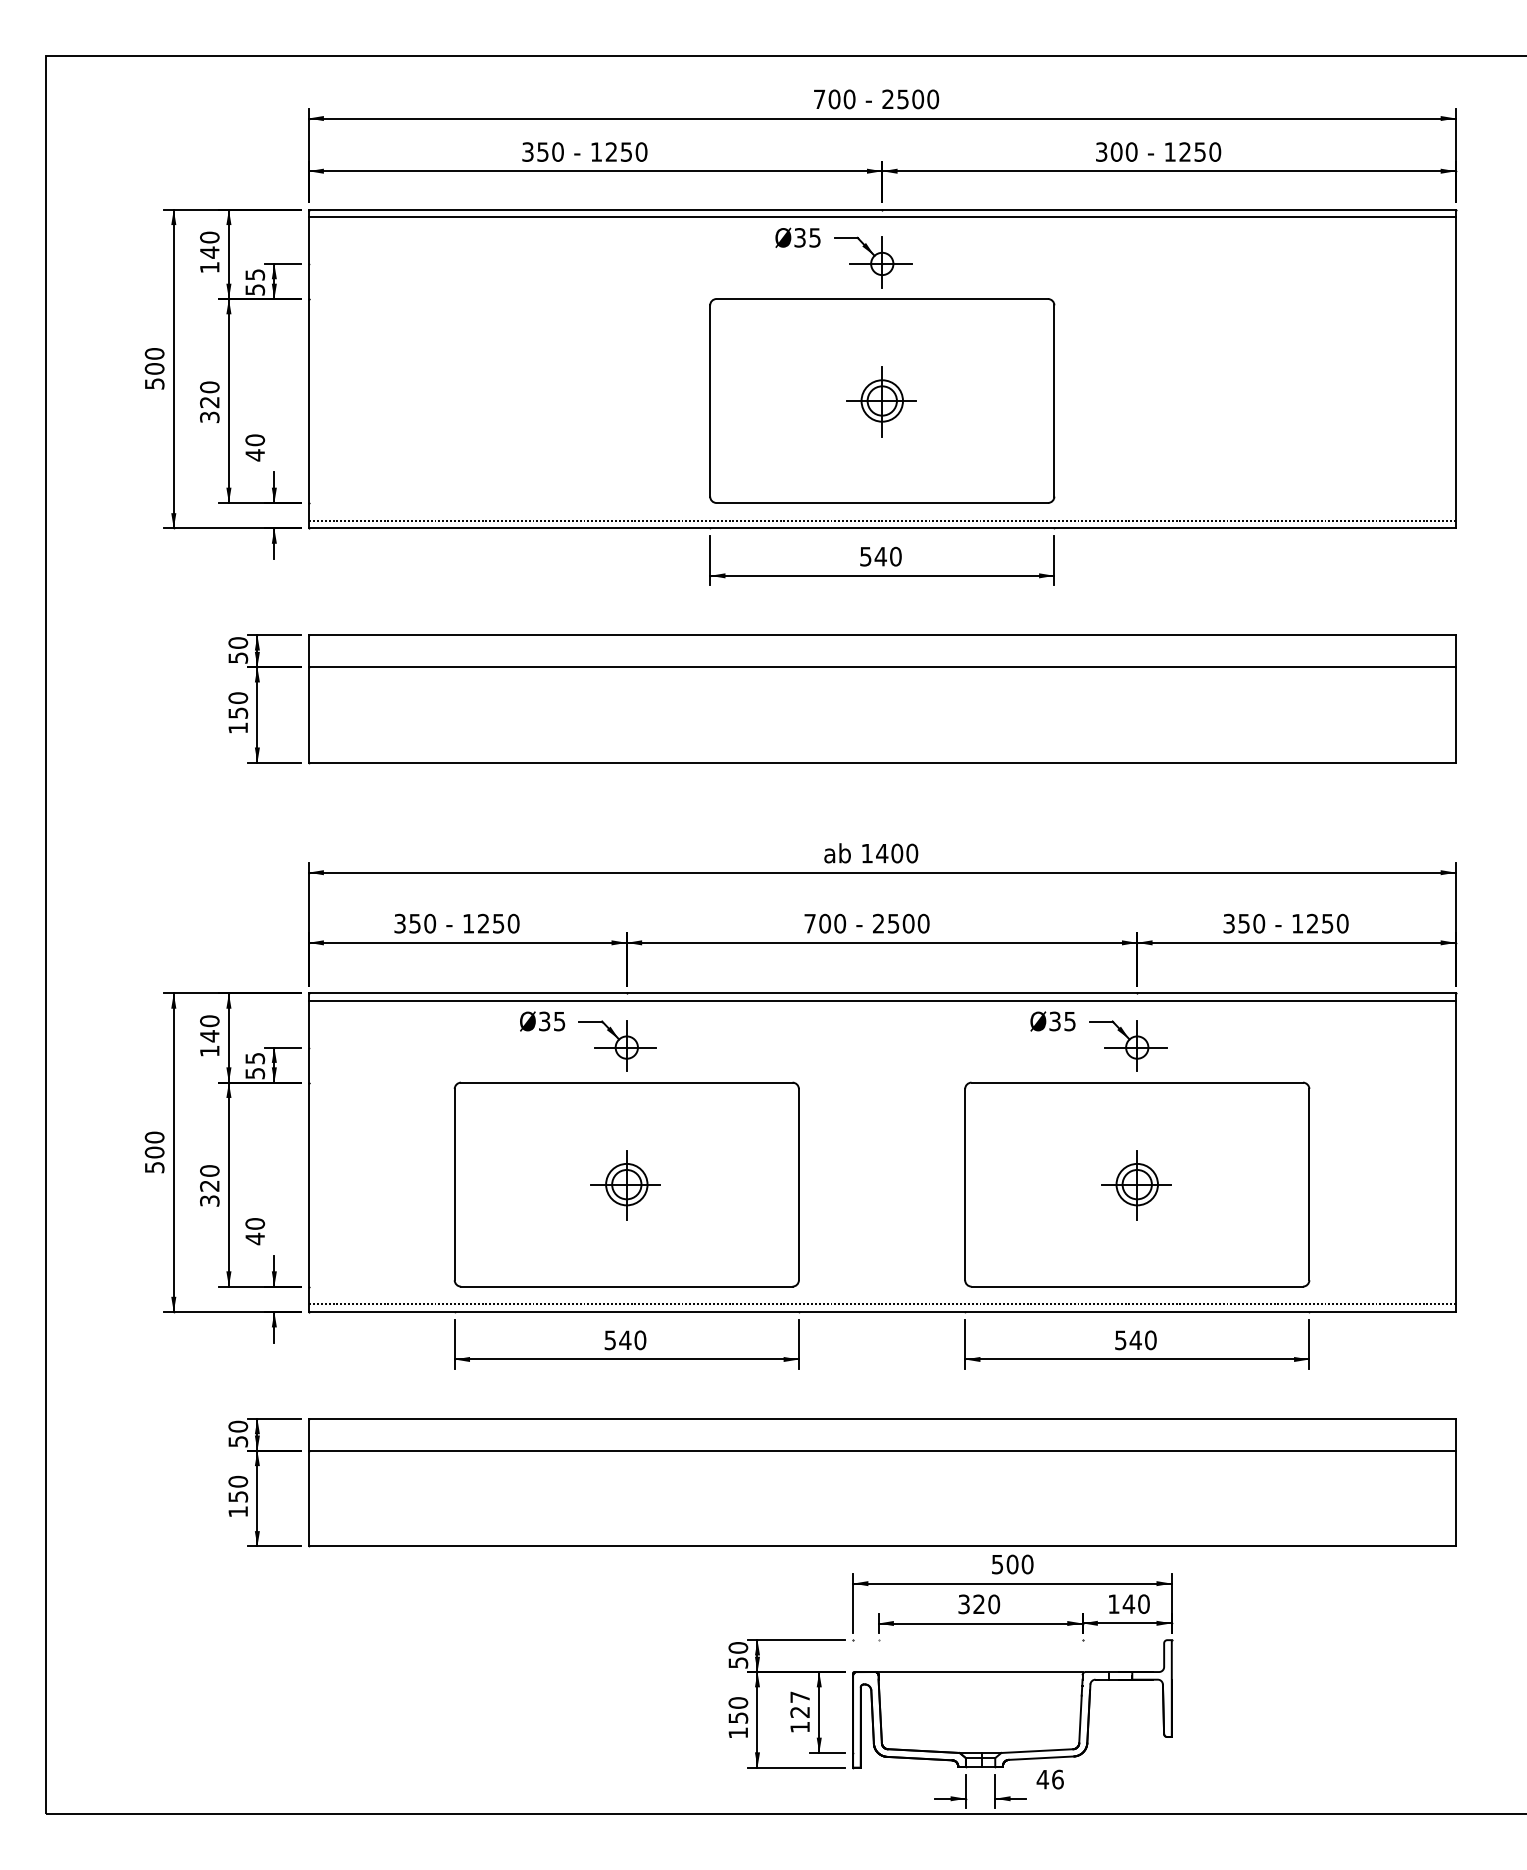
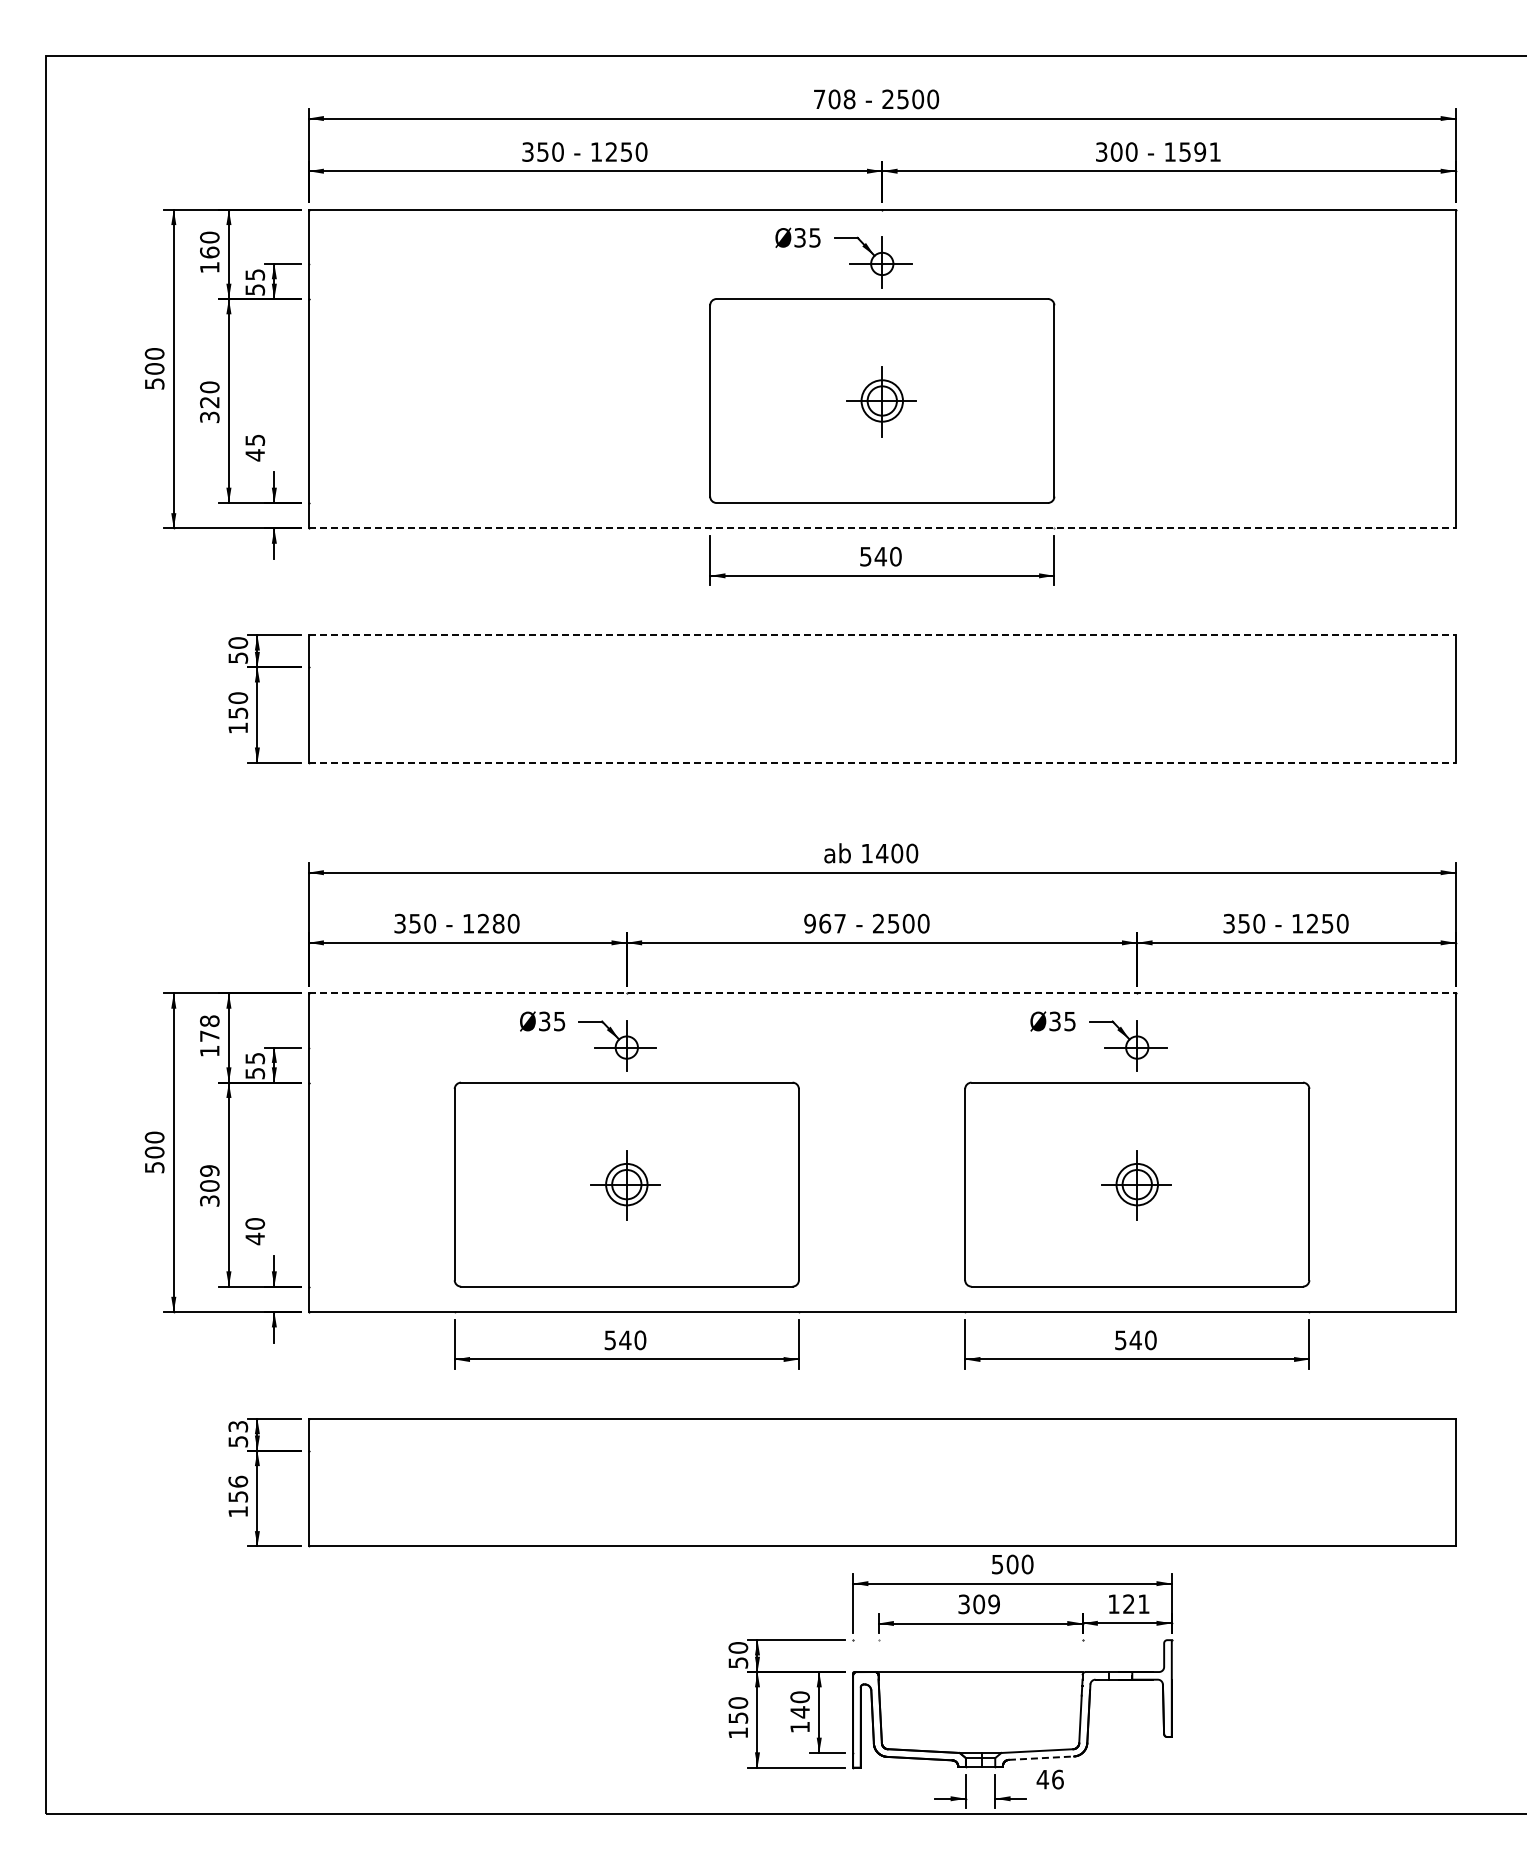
text at (849, 98): 700 -> 708
text at (1200, 151): 1250 -> 1591
line at (881, 217): present -> none
text at (209, 252): 140 -> 160
text at (255, 440): 40 -> 45
line at (881, 520): present -> none
line at (882, 528): solid -> dashed
line at (882, 635): solid -> dashed
line at (881, 667): present -> none
line at (882, 762): solid -> dashed
text at (498, 923): 1250 -> 1280
text at (825, 923): 700 -> 967
line at (882, 993): solid -> dashed
line at (881, 1001): present -> none
text at (209, 1028): 140 -> 178
text at (209, 1178): 320 -> 309
line at (881, 1304): present -> none
text at (238, 1426): 50 -> 53
line at (881, 1450): present -> none
text at (237, 1481): 150 -> 156
text at (1135, 1603): 140 -> 121
text at (986, 1604): 320 -> 309
text at (799, 1704): 127 -> 140
line at (1041, 1758): solid -> dashed
